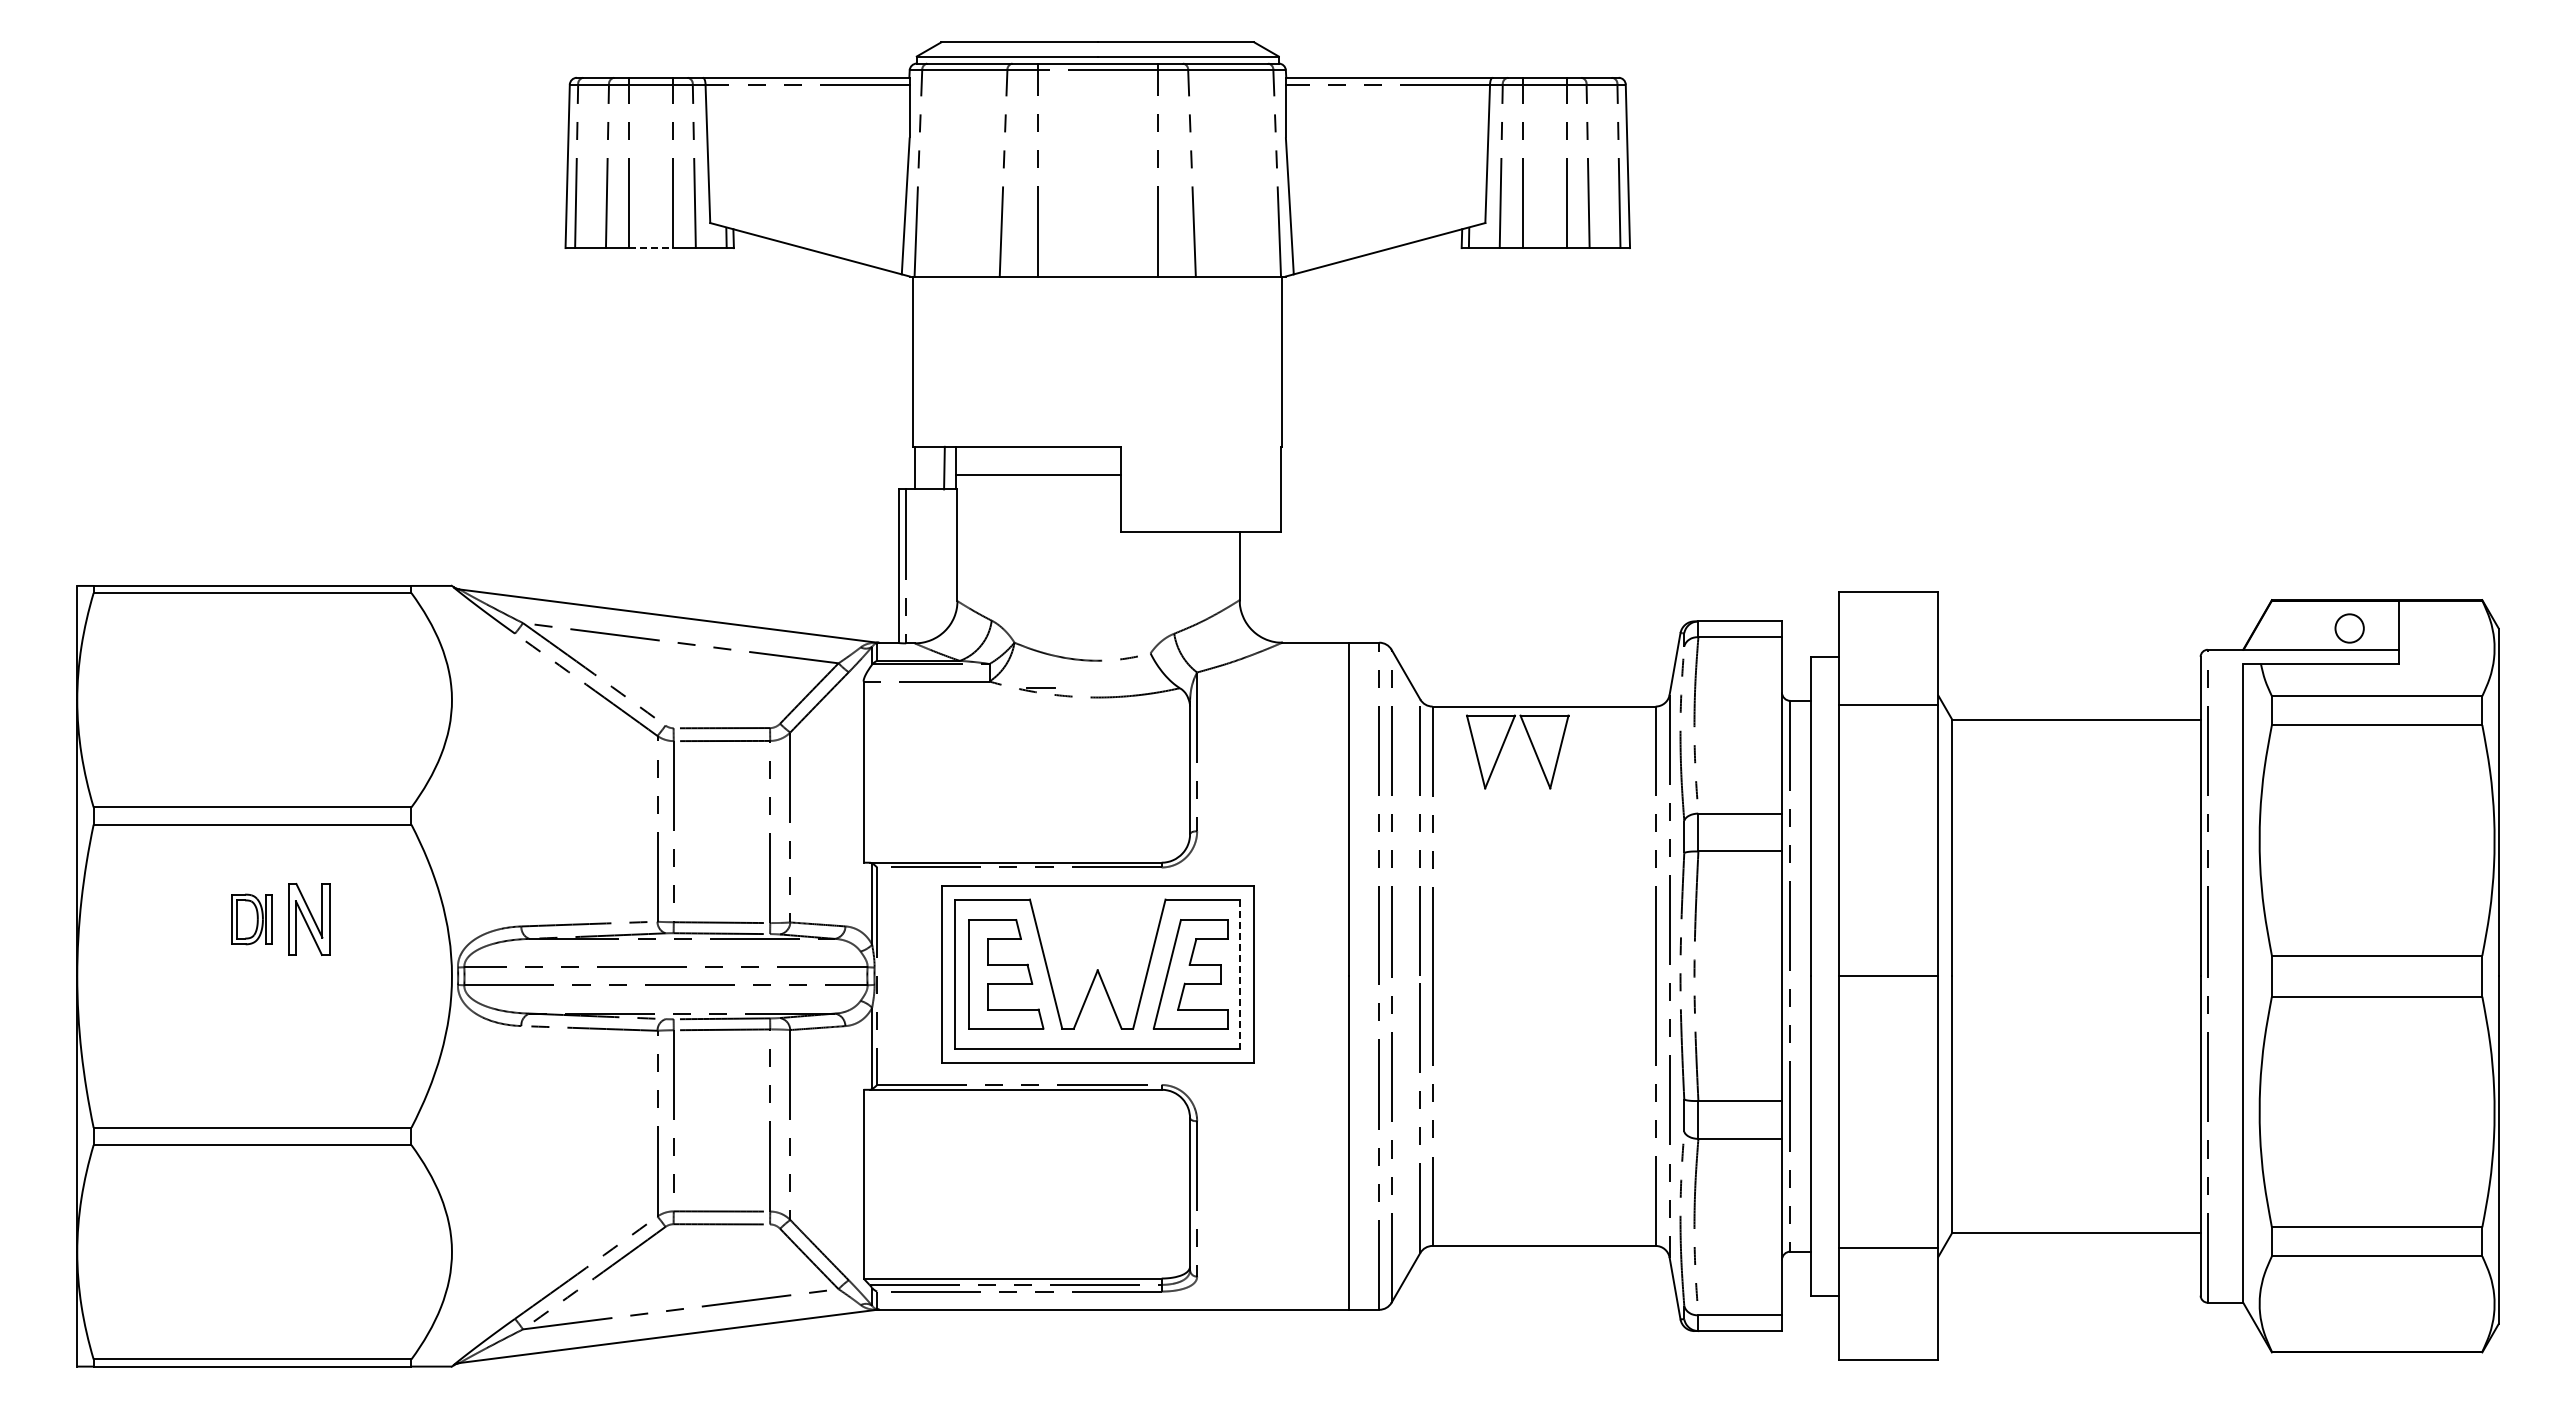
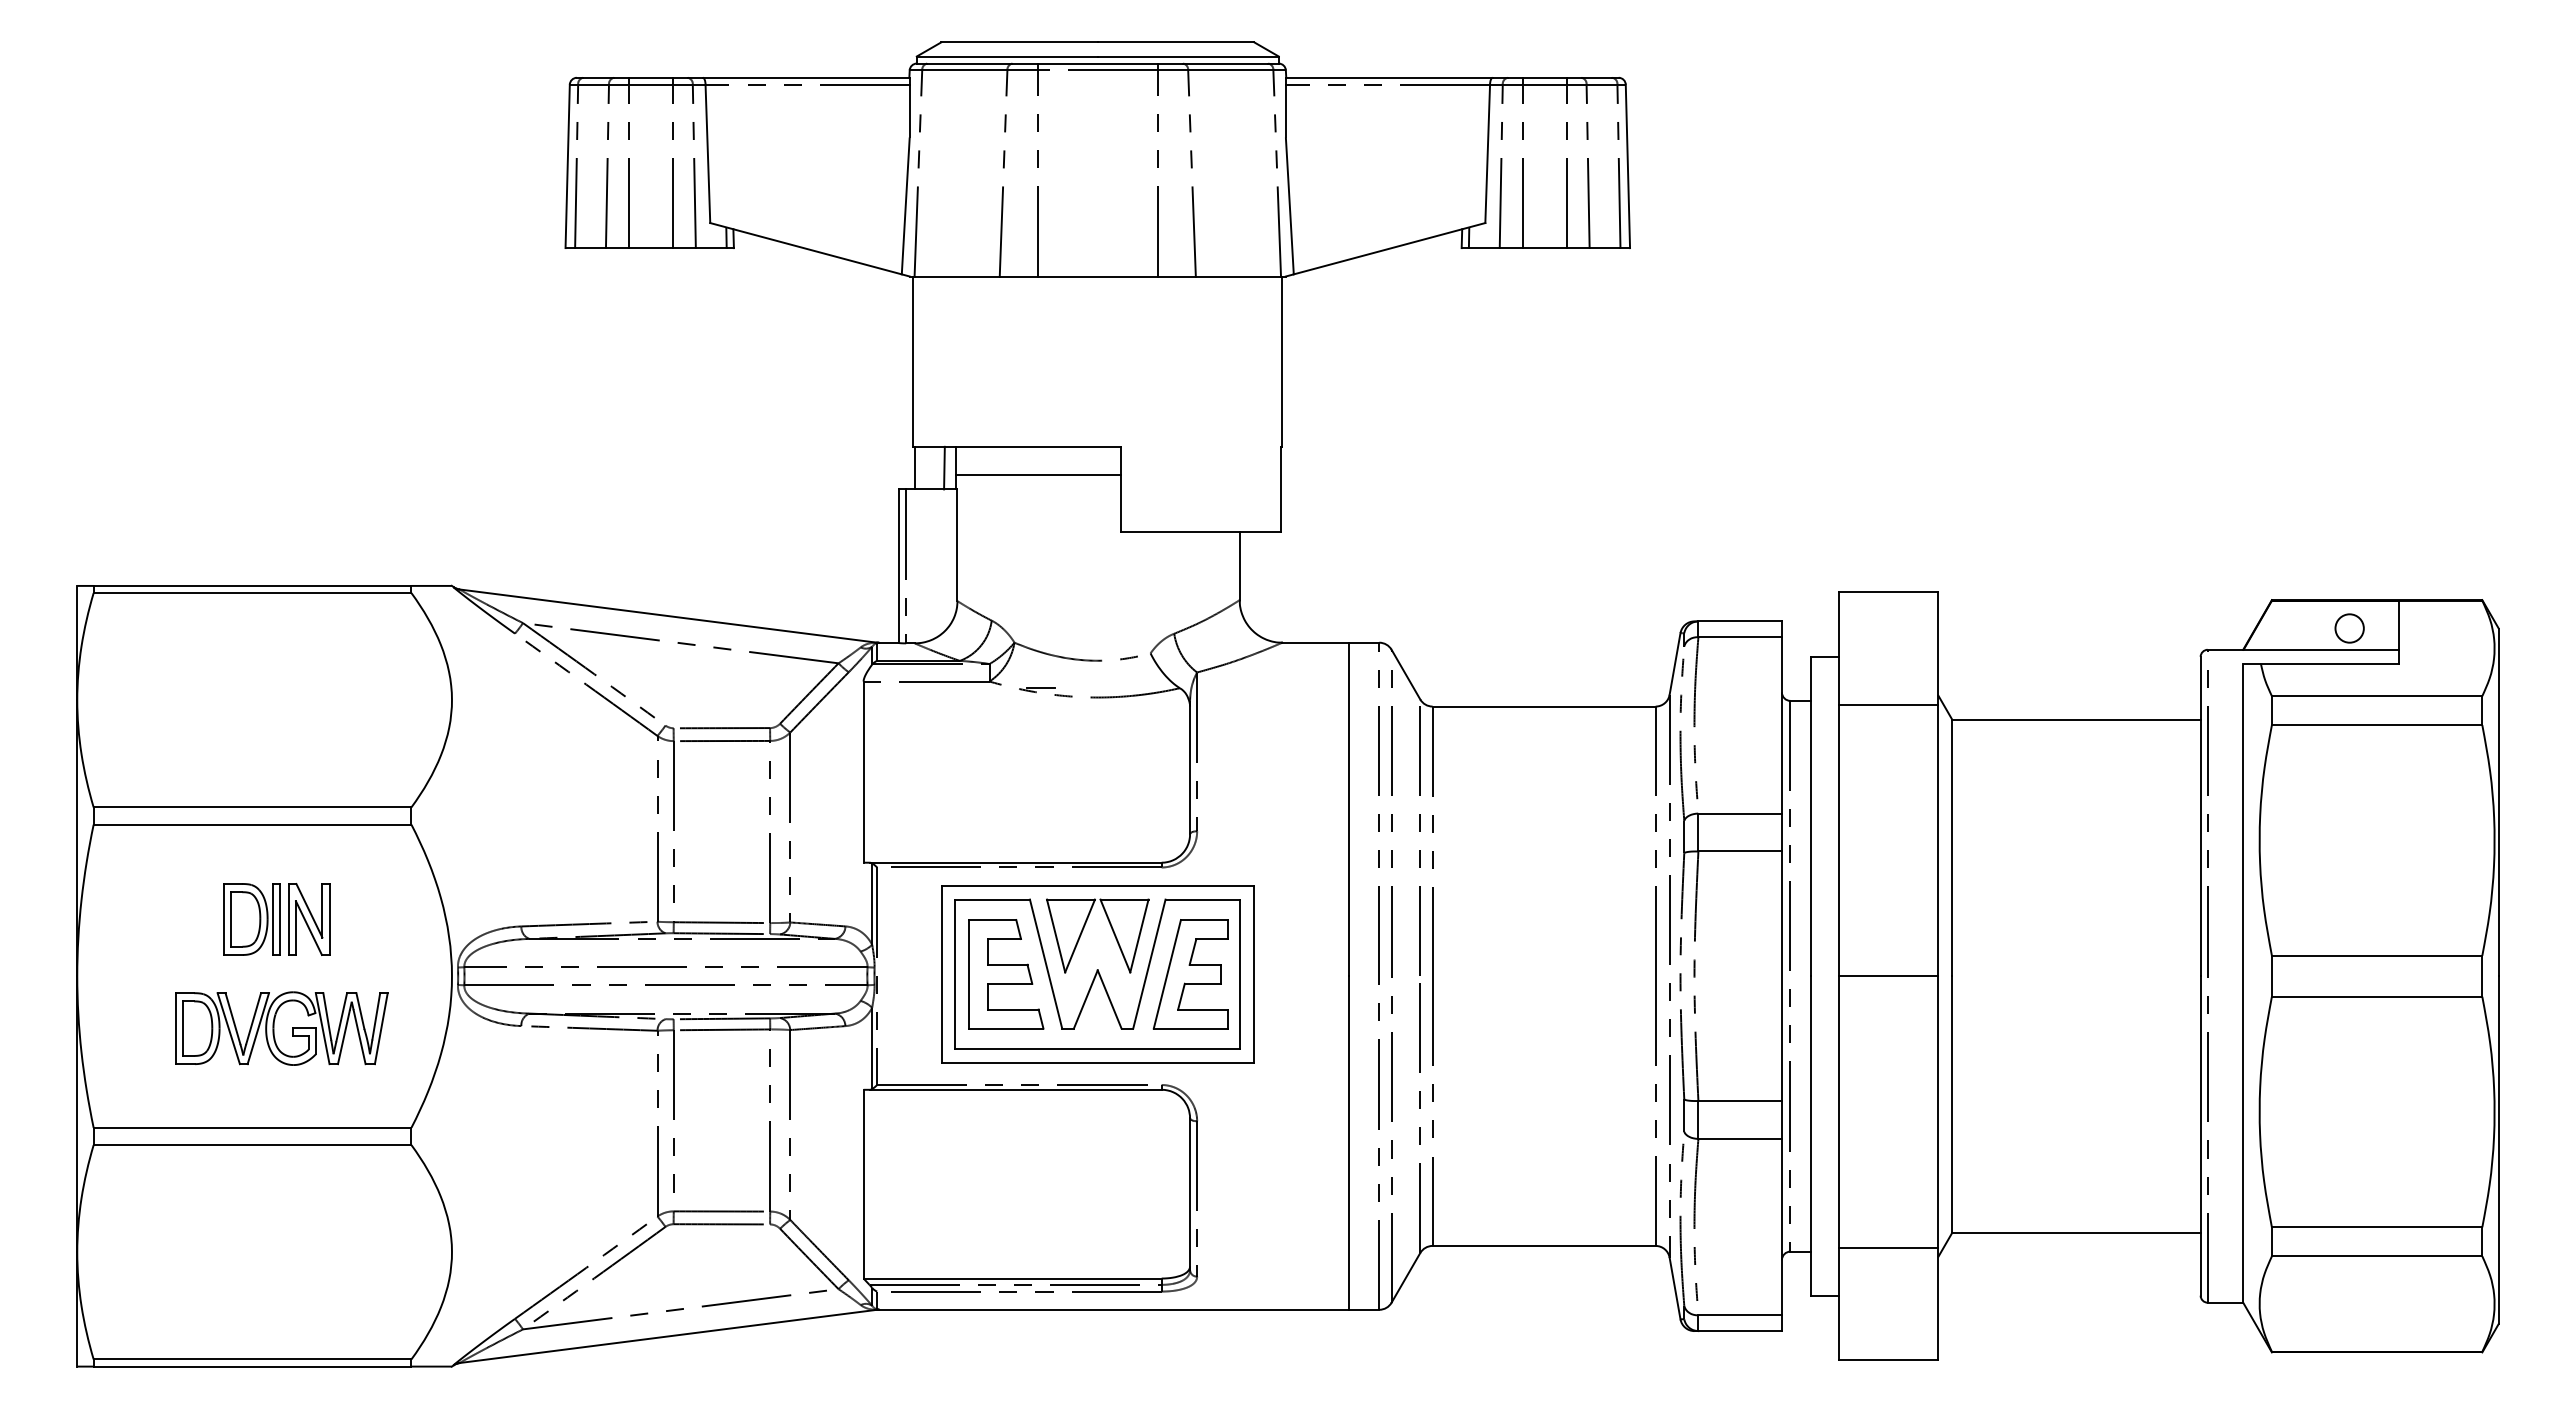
line at (650, 248): dashed -> solid
part at (1504, 744) position: (1504, 744) -> (1084, 928)
part at (251, 919) size: 42x53 px -> 58x73 px
line at (1240, 974): dashed -> solid
part at (274, 1028): none -> present
